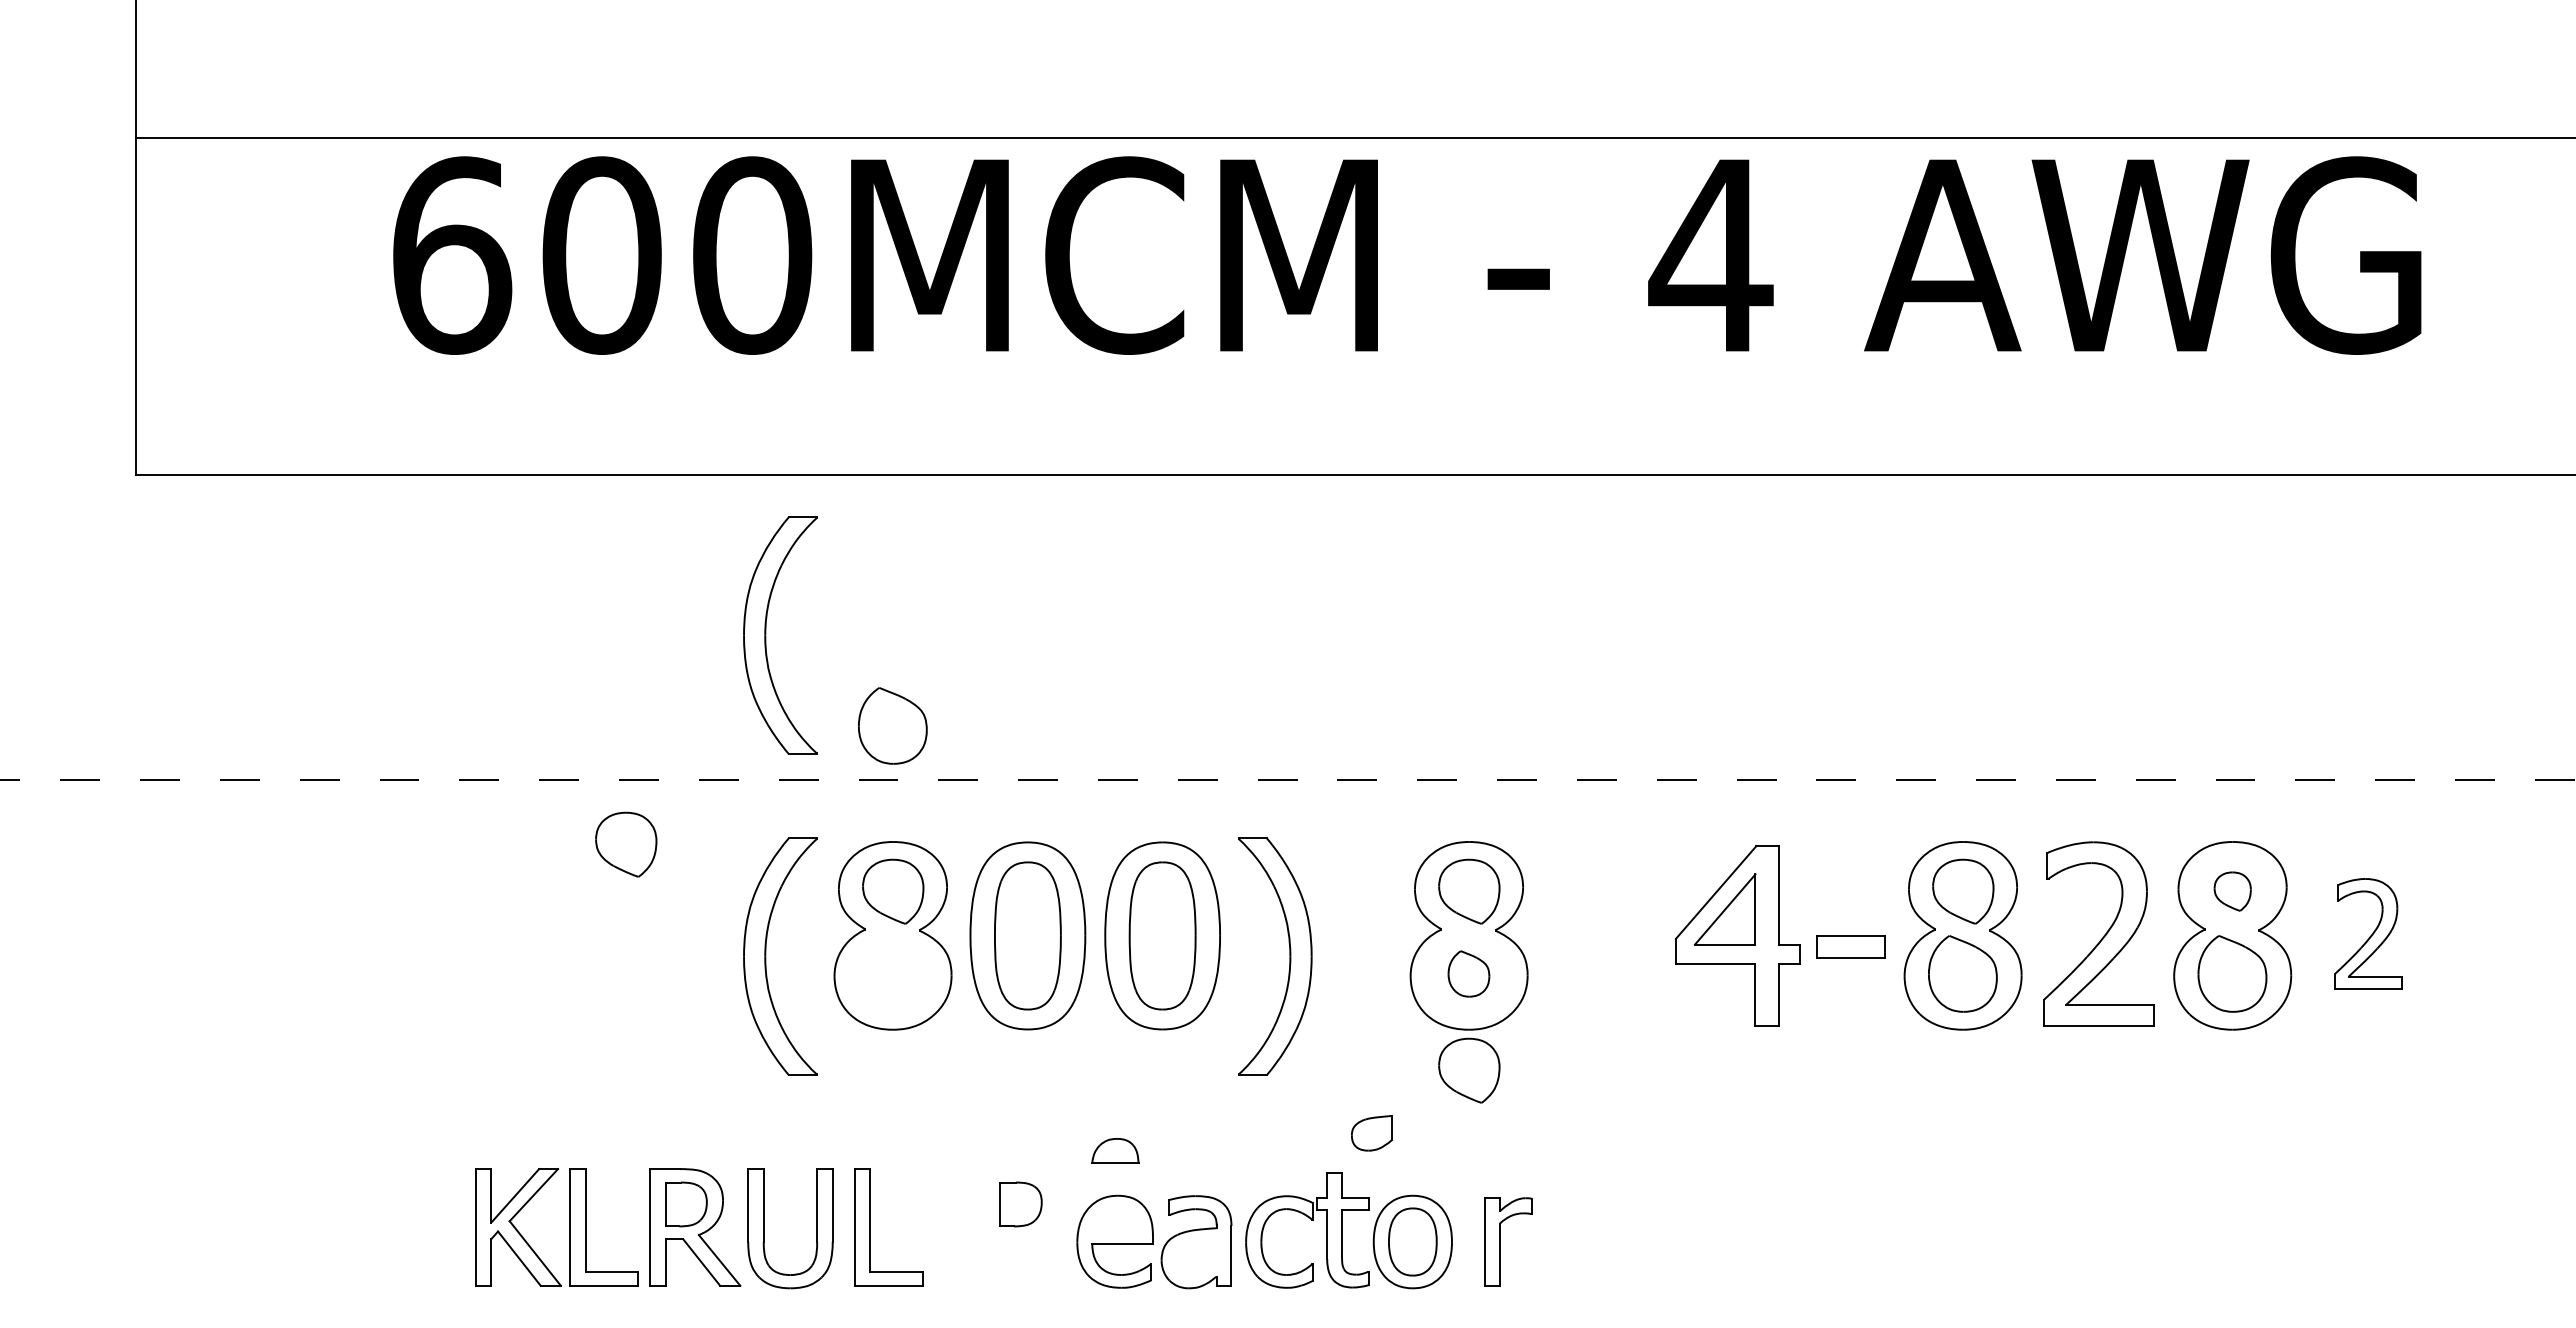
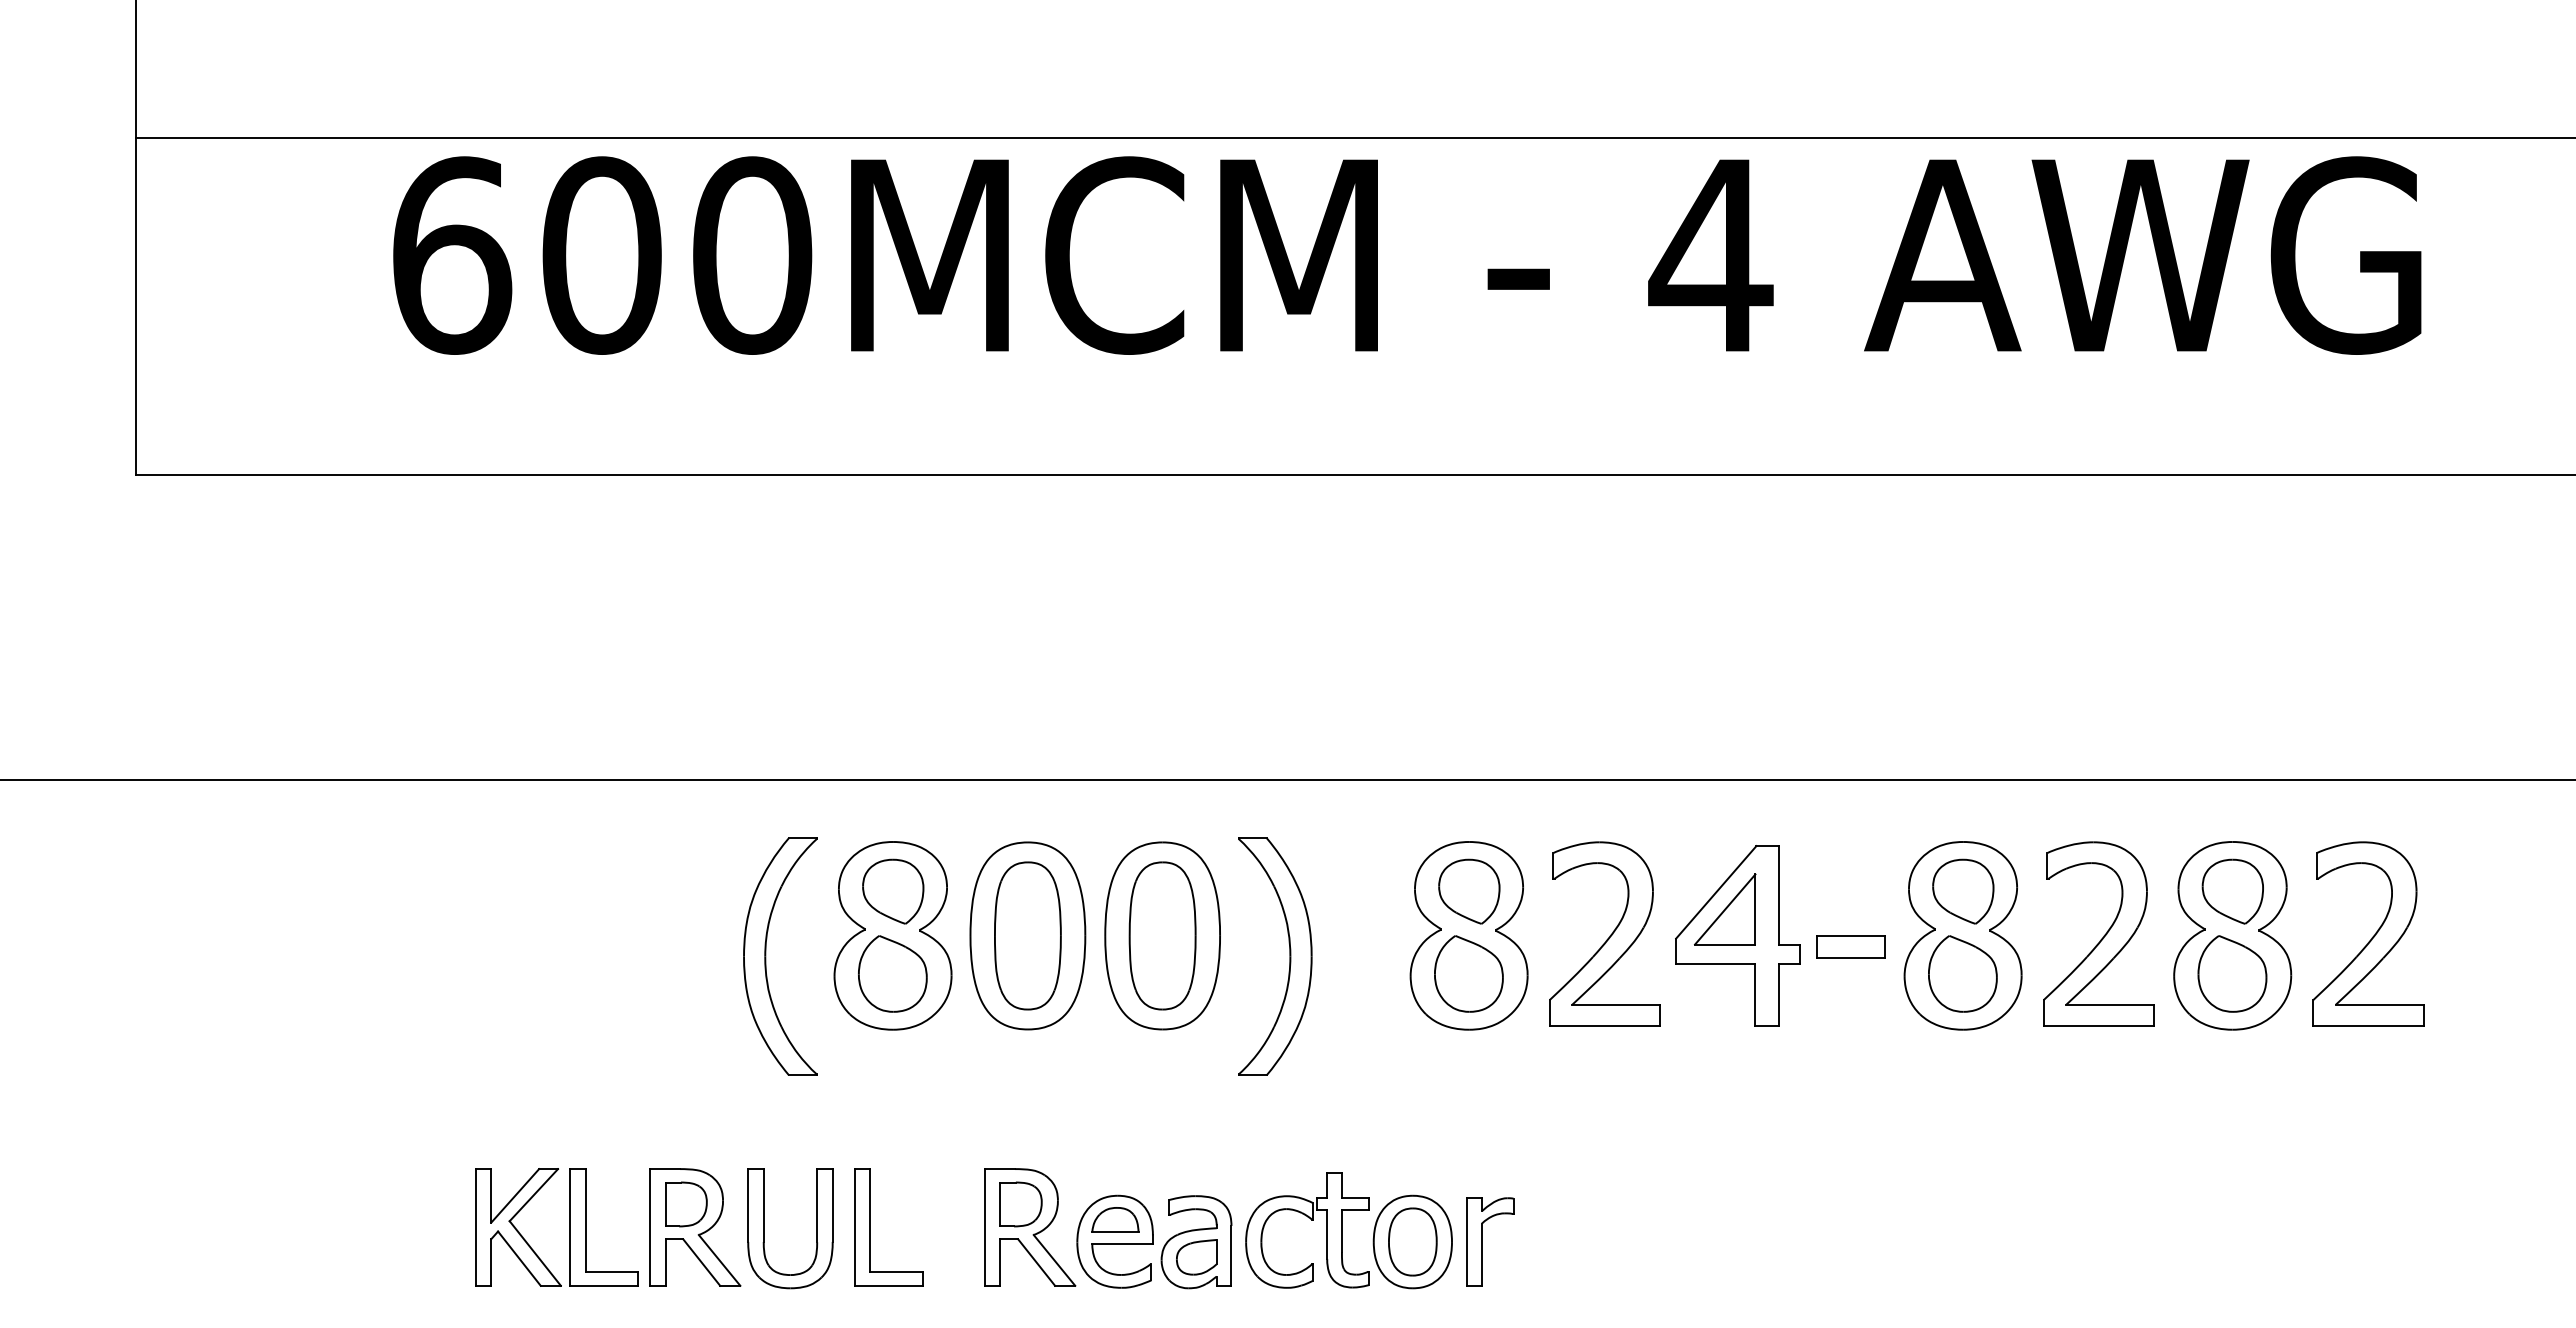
part at (766, 635): present -> none
part at (892, 725) position: (892, 725) -> (892, 973)
line at (1287, 780): dashed -> solid
part at (626, 844): present -> none
part at (2232, 891) size: 39x41 px -> 63x67 px
part at (1604, 933): none -> present
part at (2368, 933) size: 69x112 px -> 113x186 px
part at (1468, 973) size: 44x48 px -> 70x78 px
part at (1469, 1070): present -> none
part at (1371, 1133) position: (1371, 1133) -> (1196, 1257)
part at (1115, 1150) position: (1115, 1150) -> (1115, 1219)
part at (1030, 1227): none -> present
part at (1500, 1241) position: (1500, 1241) -> (1482, 1241)
